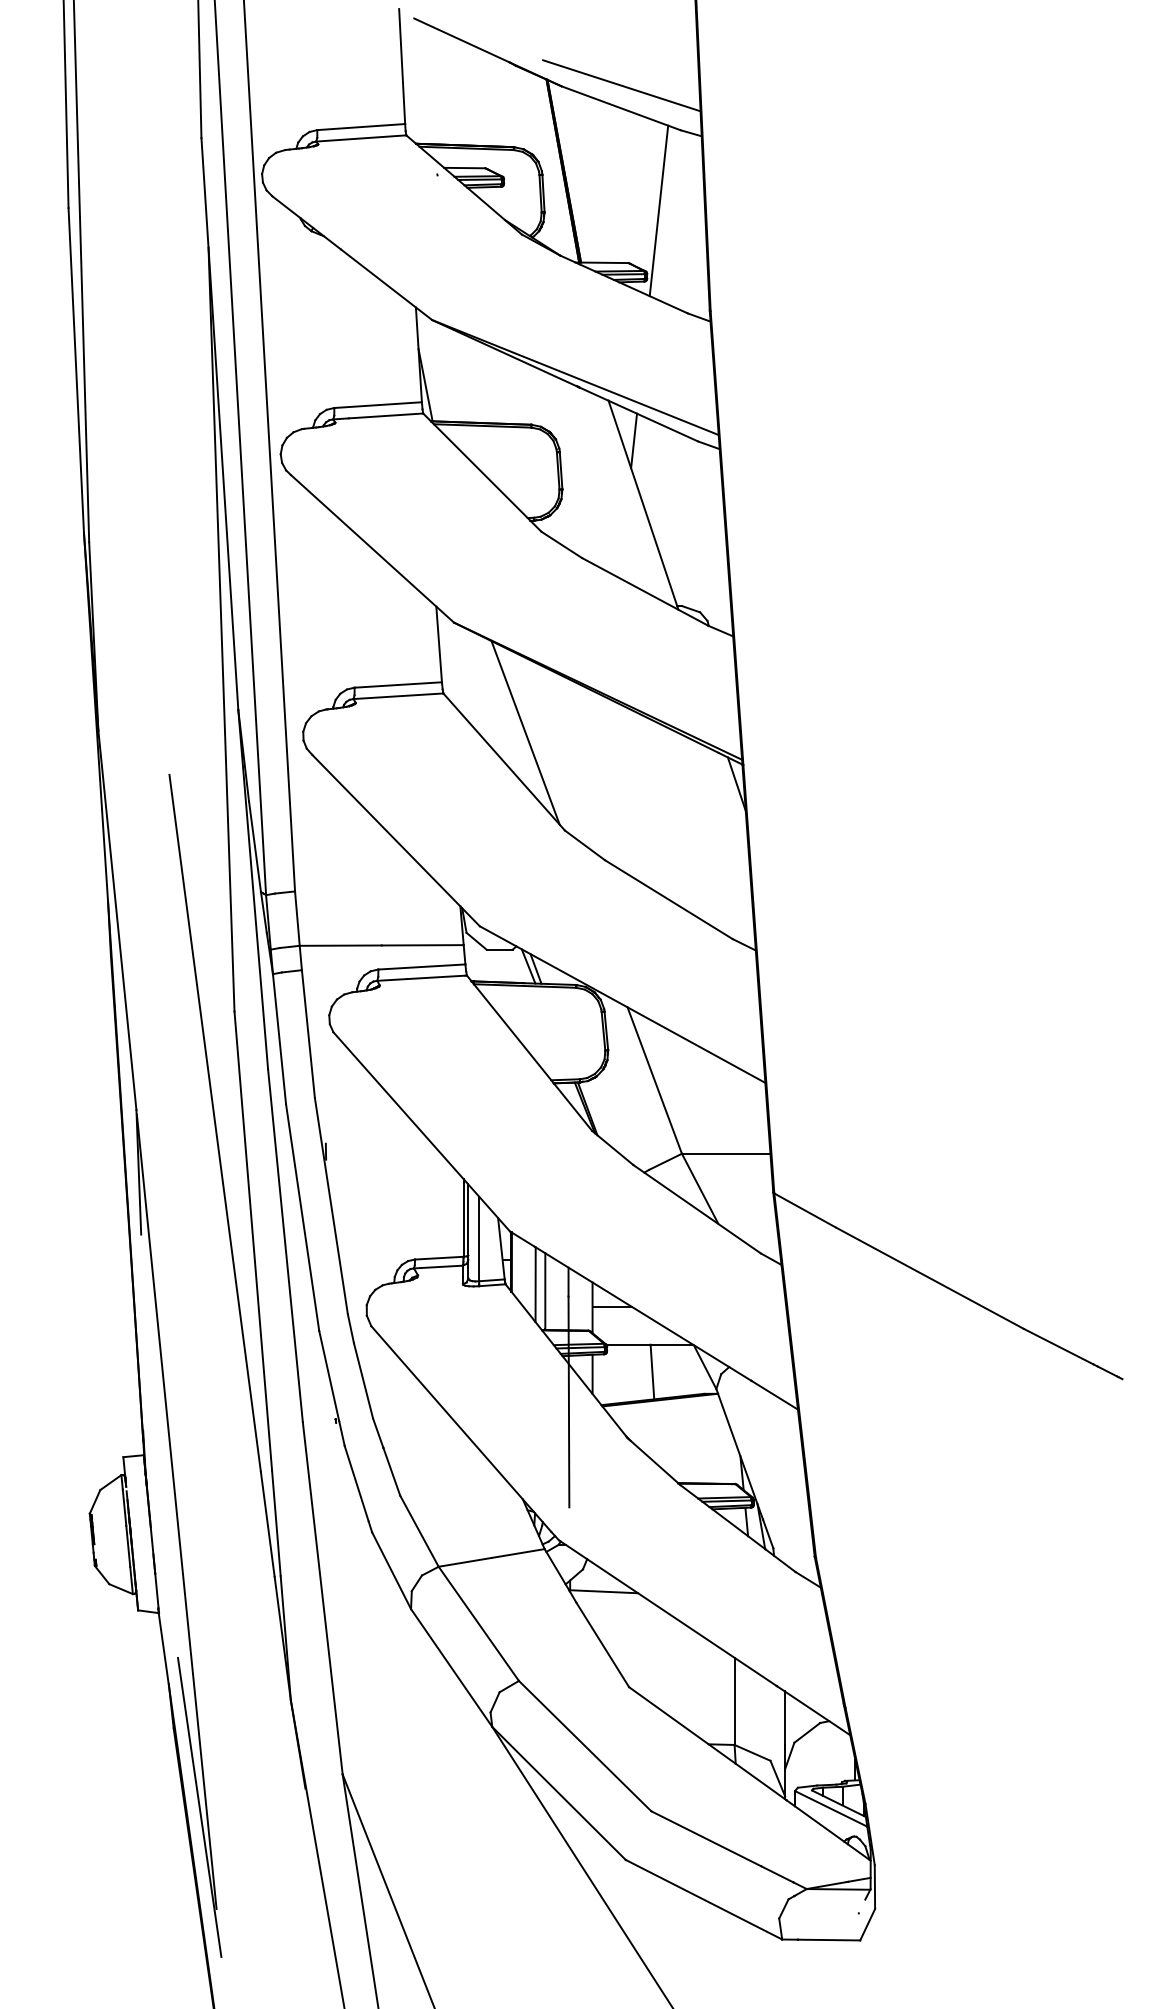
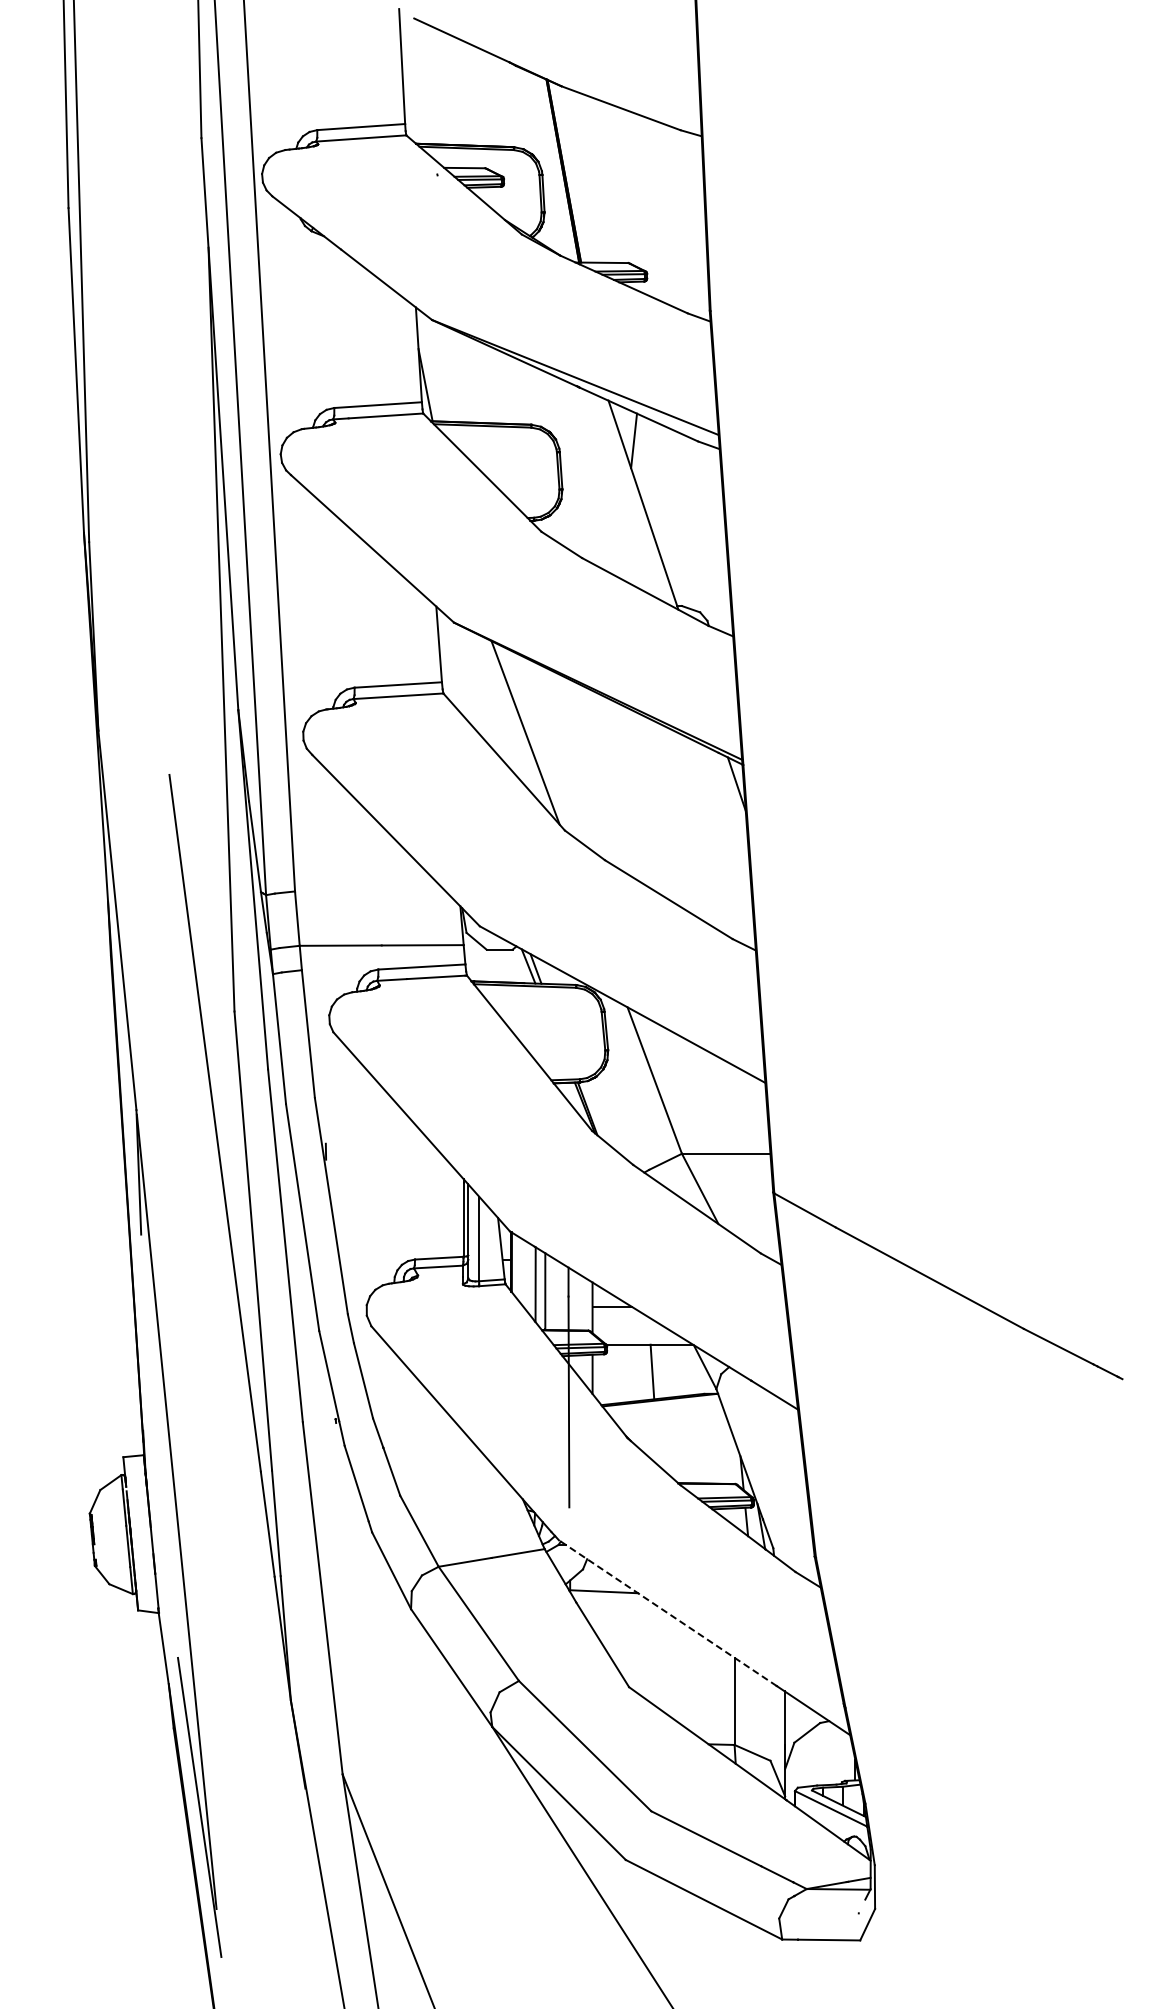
line at (621, 85): present -> none
line at (658, 210): present -> none
line at (667, 1612): solid -> dashed
